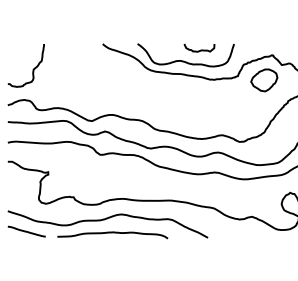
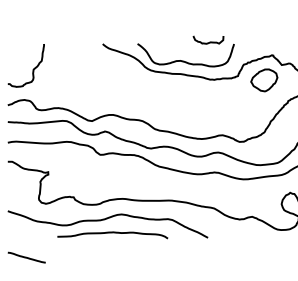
curve at (200, 49) position: (200, 49) -> (209, 41)
line at (26, 231) position: (26, 231) -> (26, 257)
